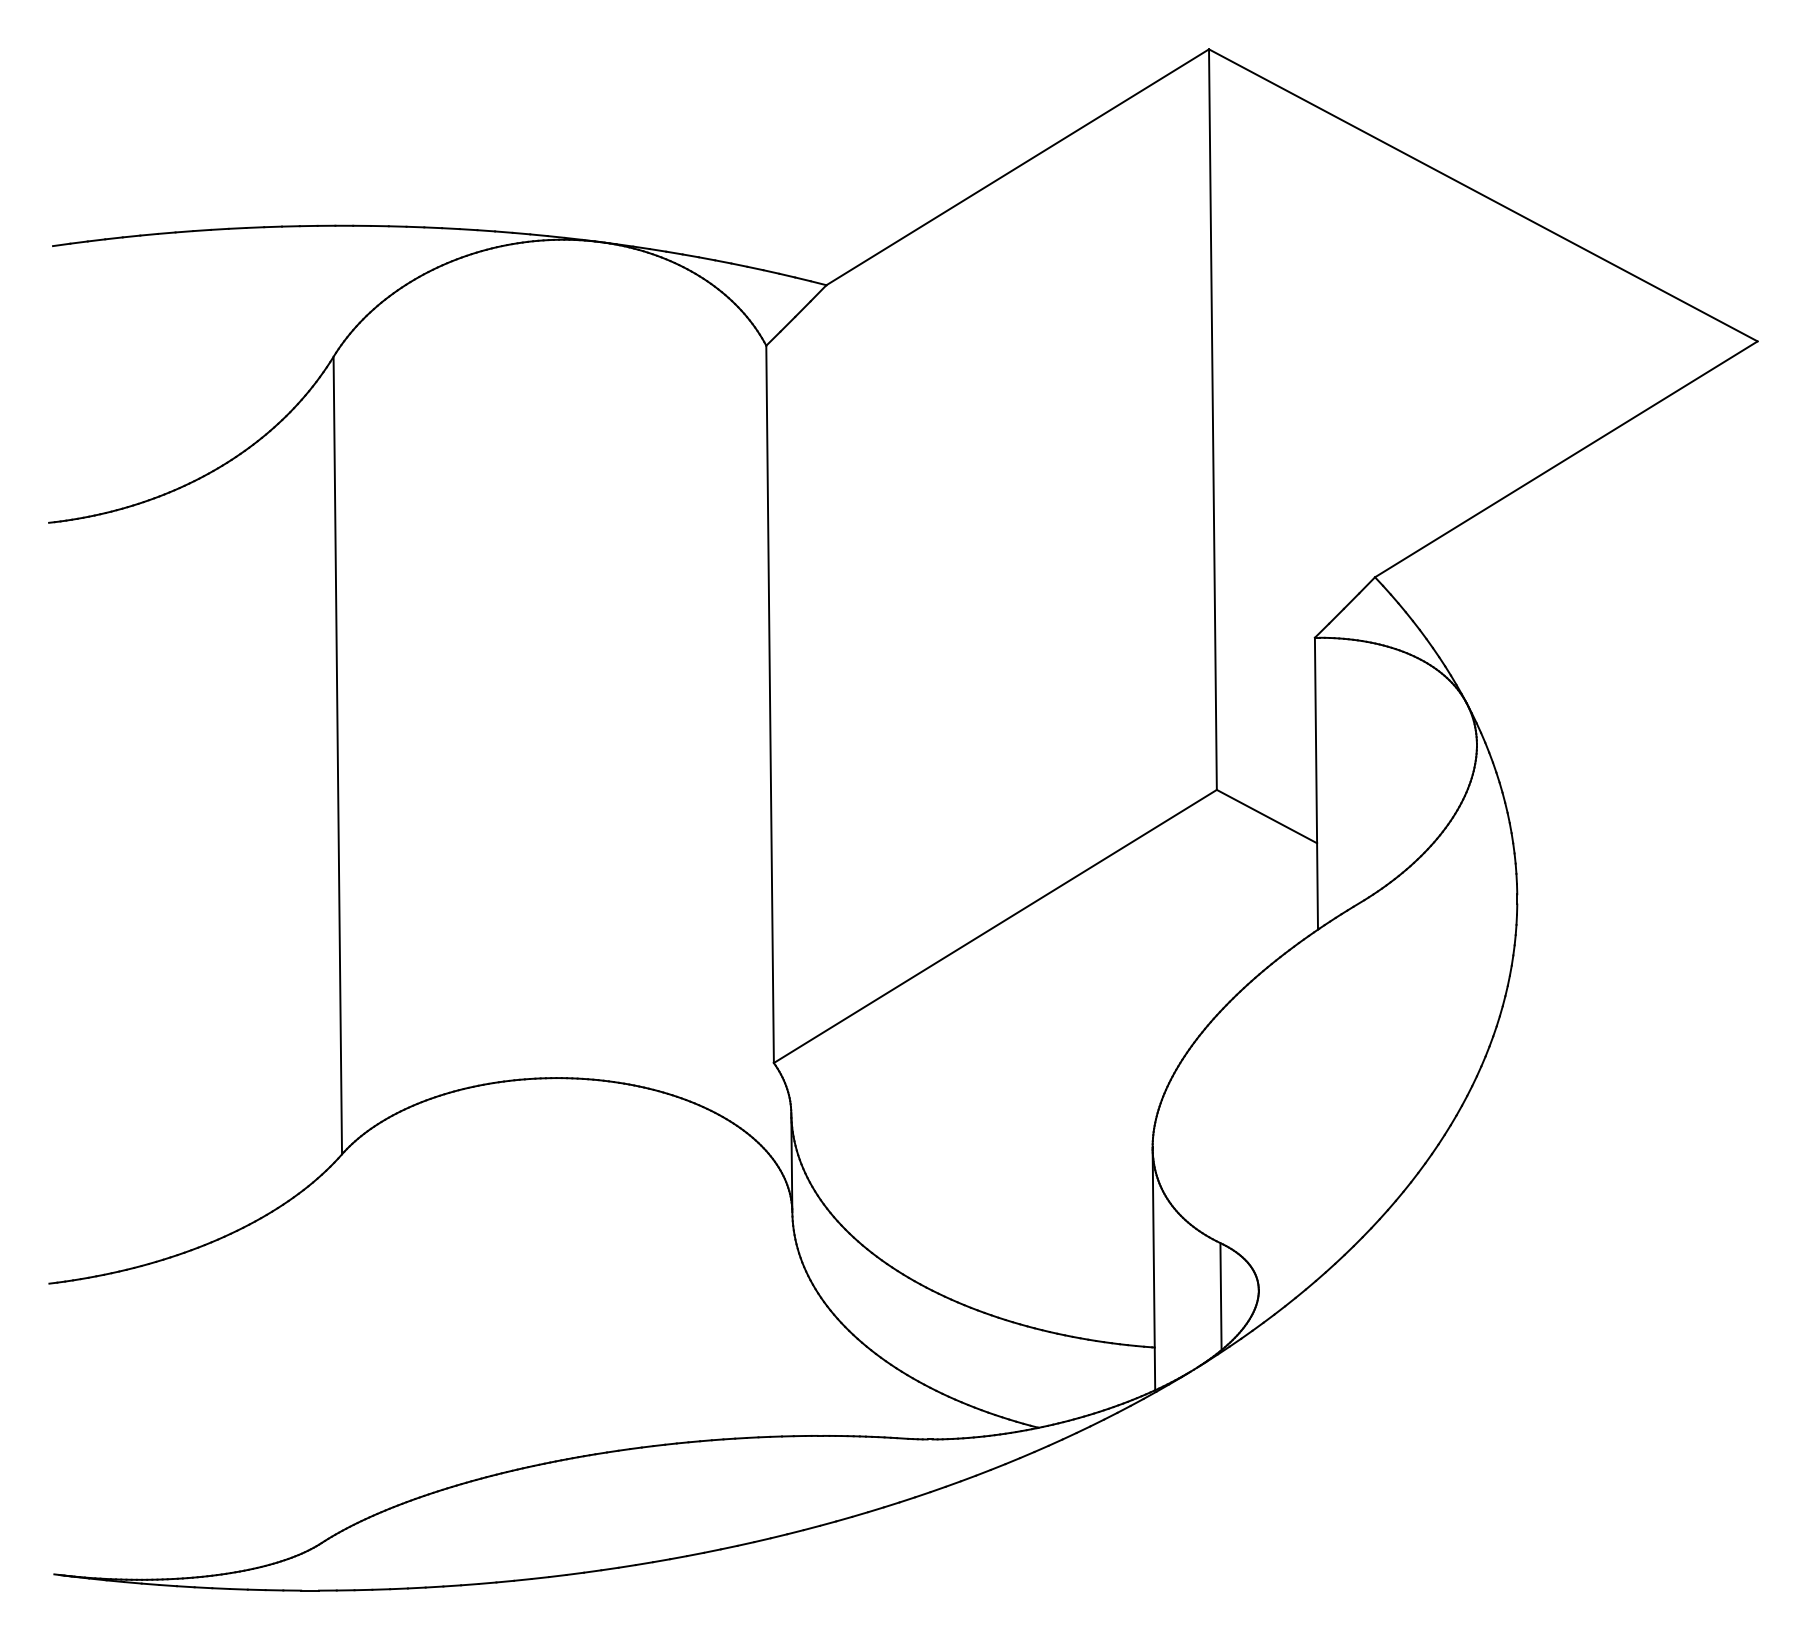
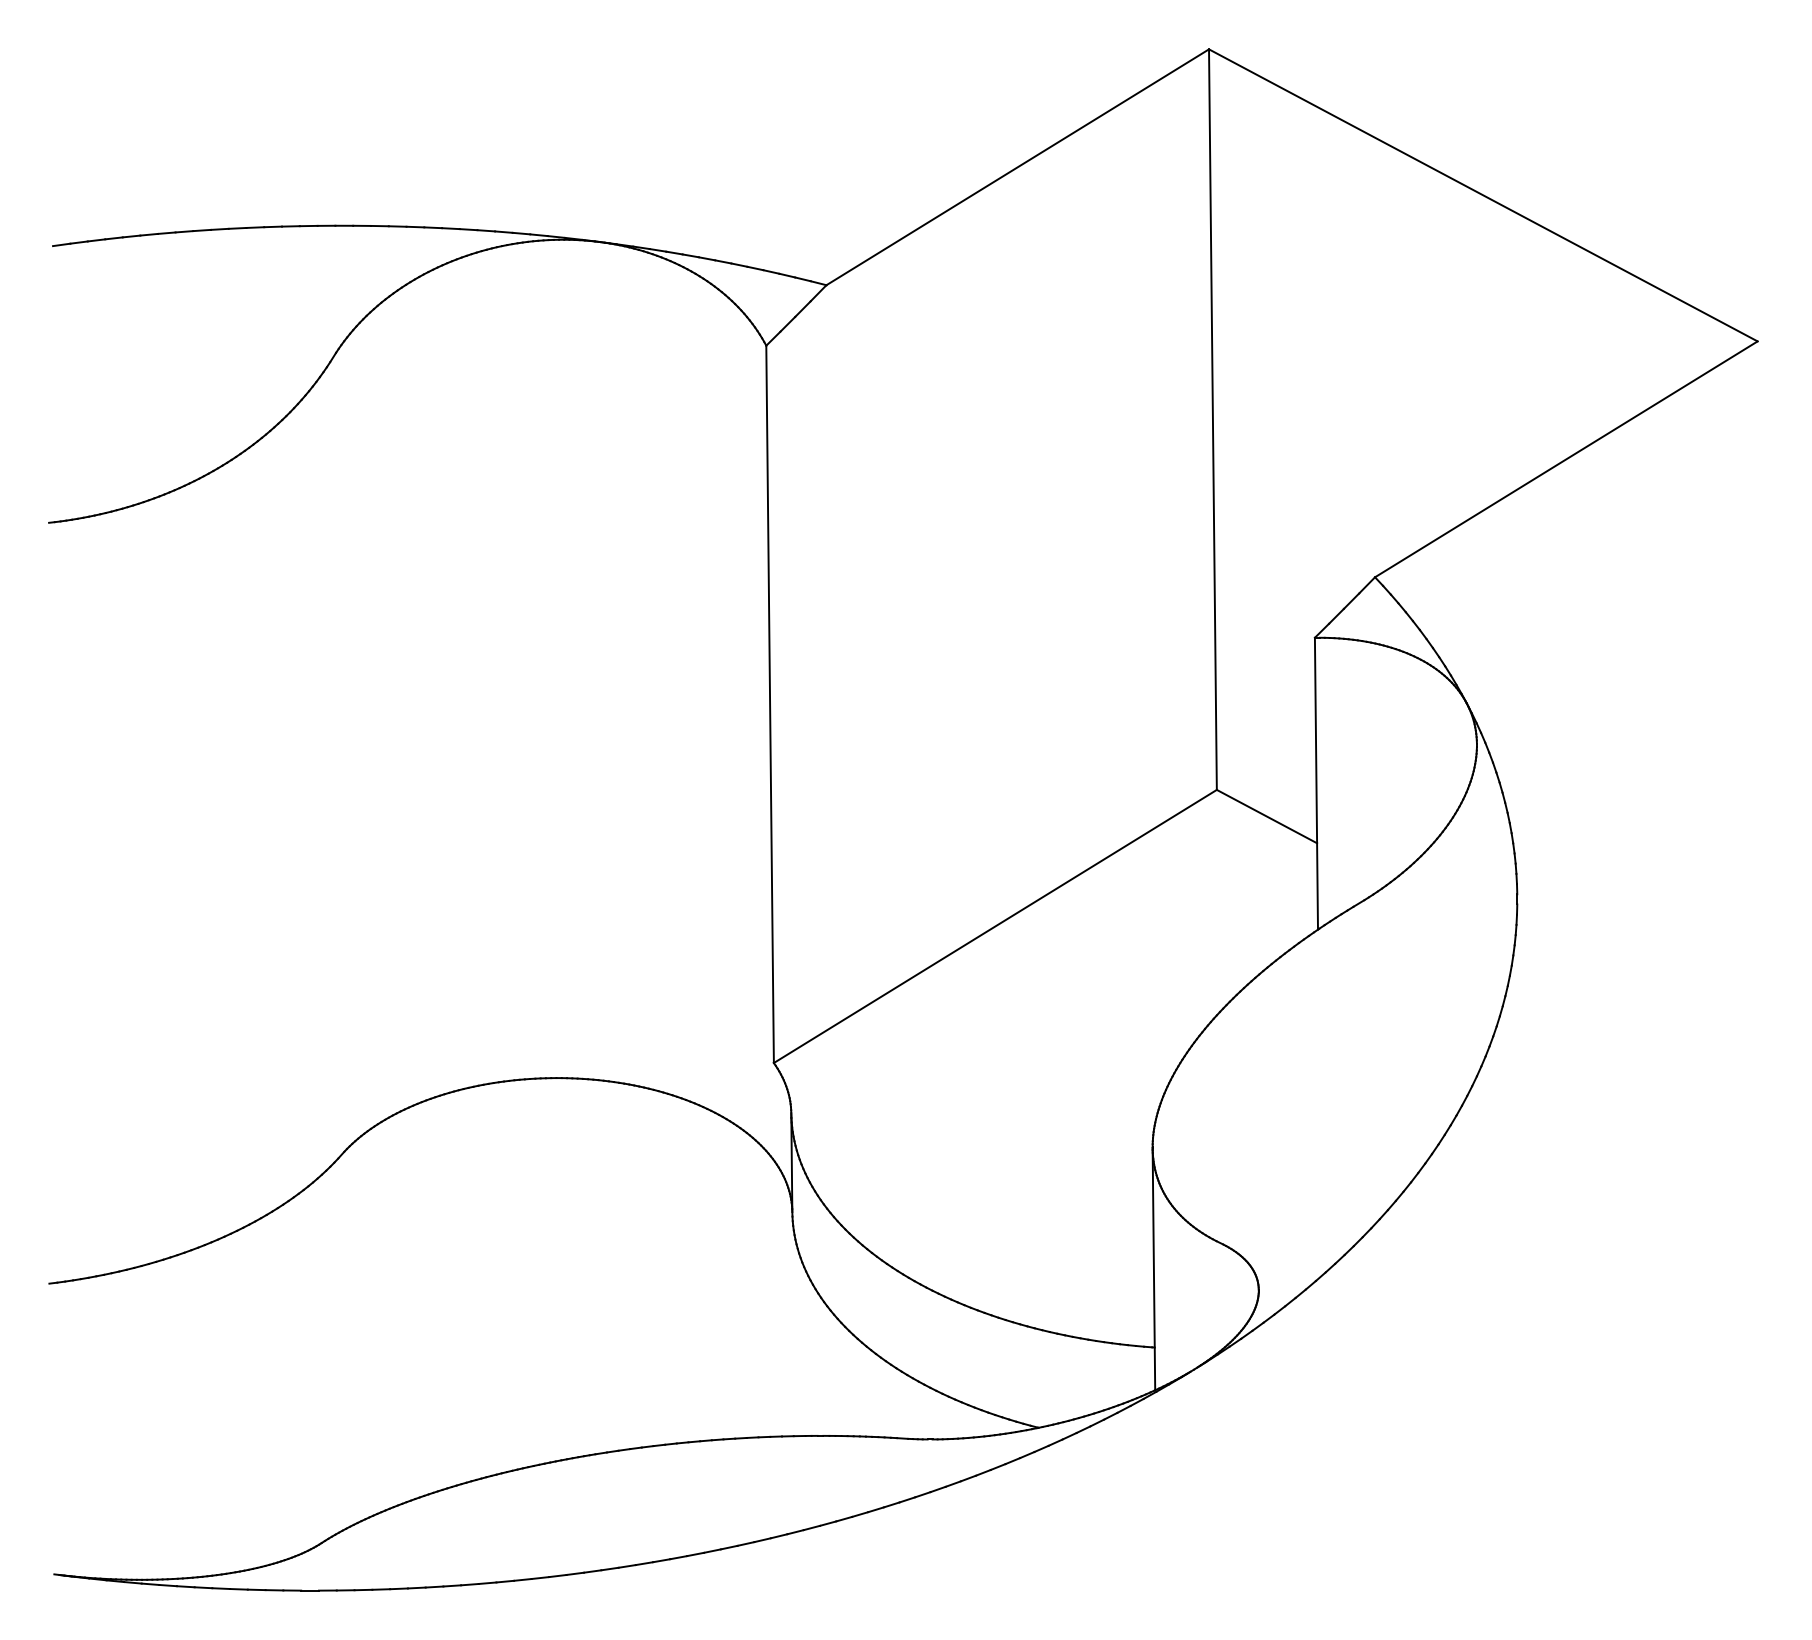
line at (337, 755): present -> none
line at (1220, 1296): present -> none
